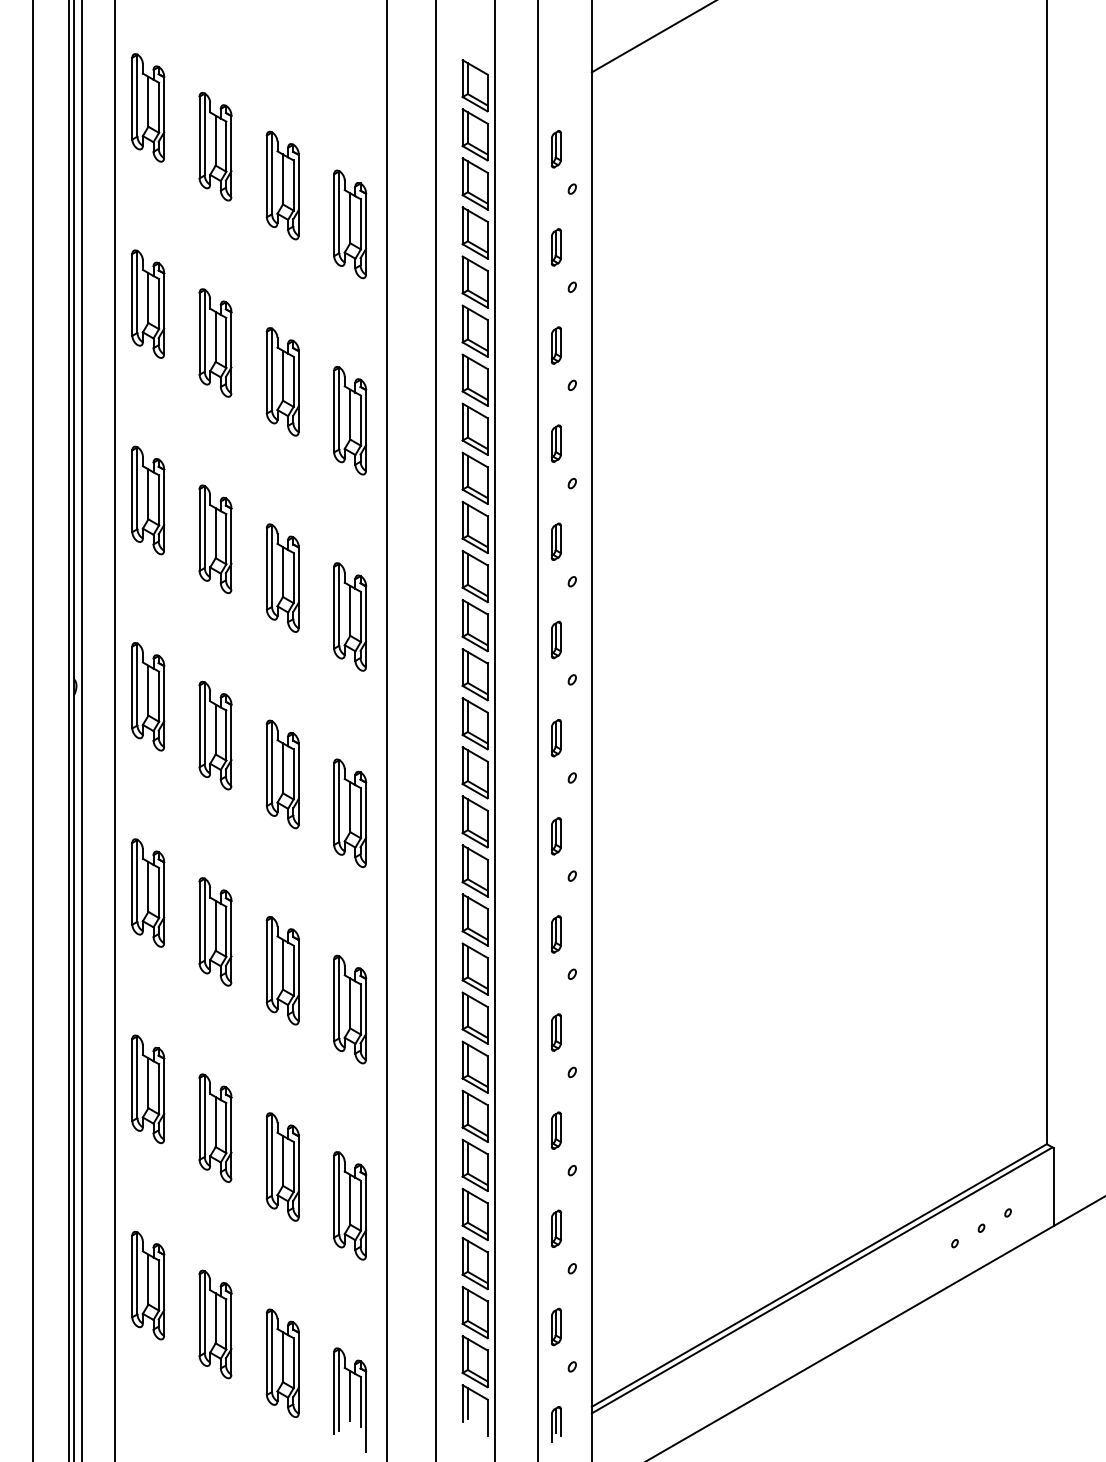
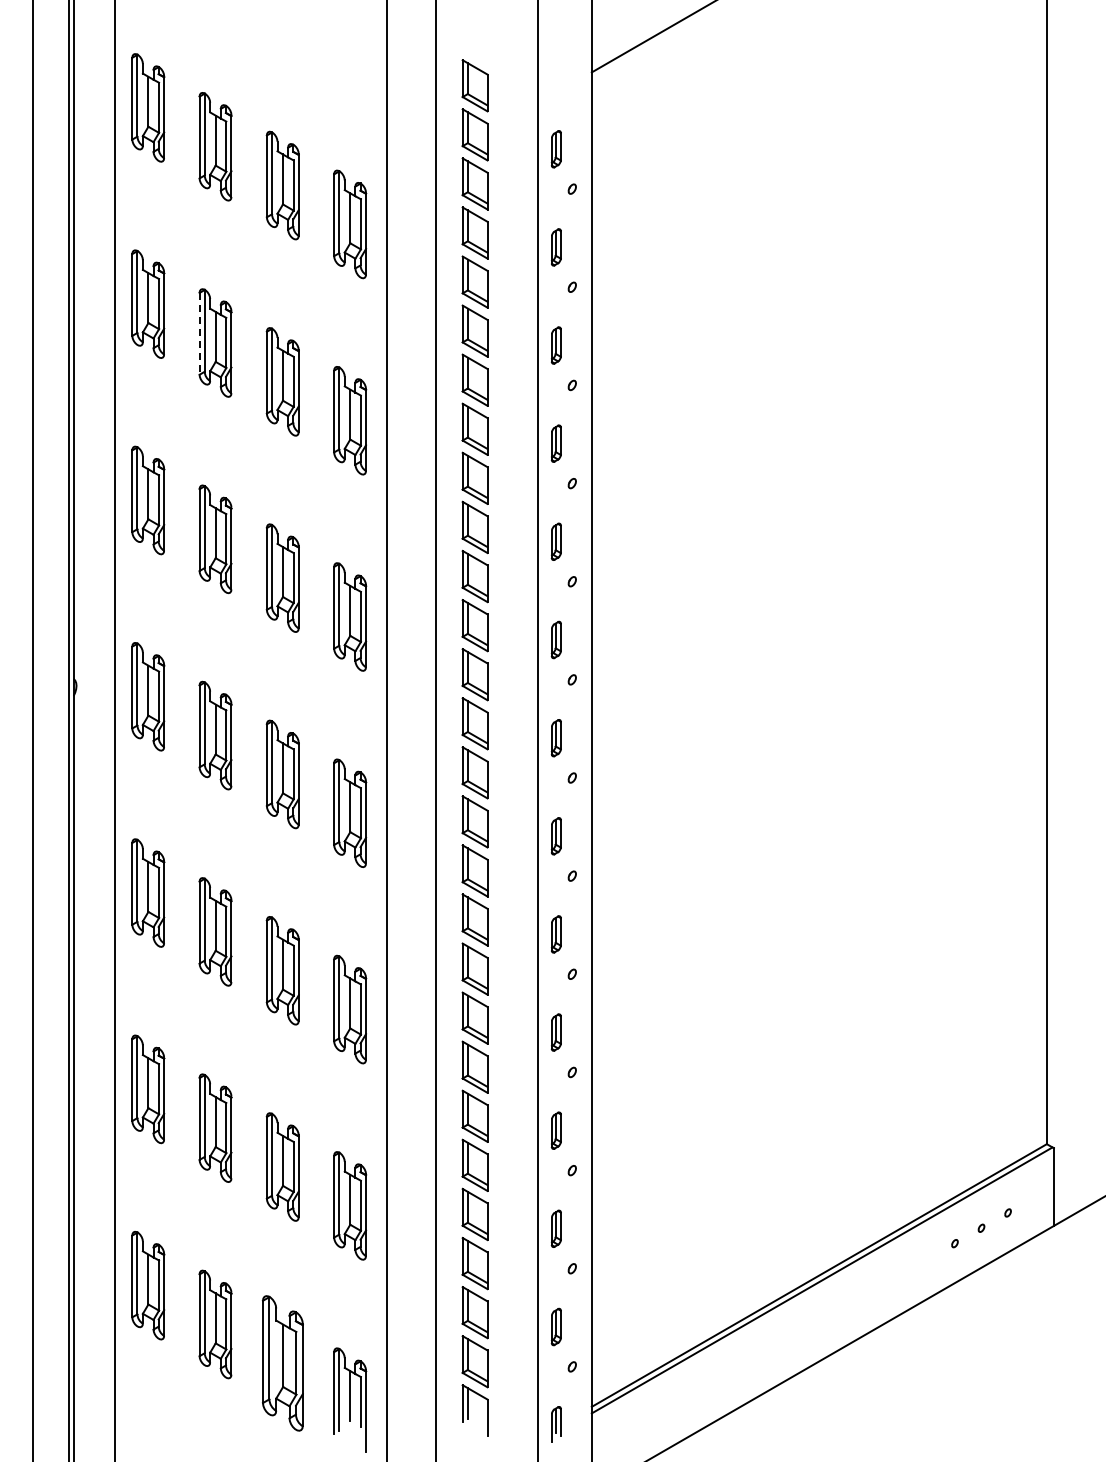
line at (199, 333): solid -> dashed
line at (81, 730): present -> none
line at (495, 730): present -> none
part at (282, 1362) size: 35x110 px -> 43x137 px
